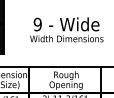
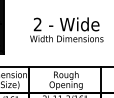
text at (37, 24): 9 -> 2
